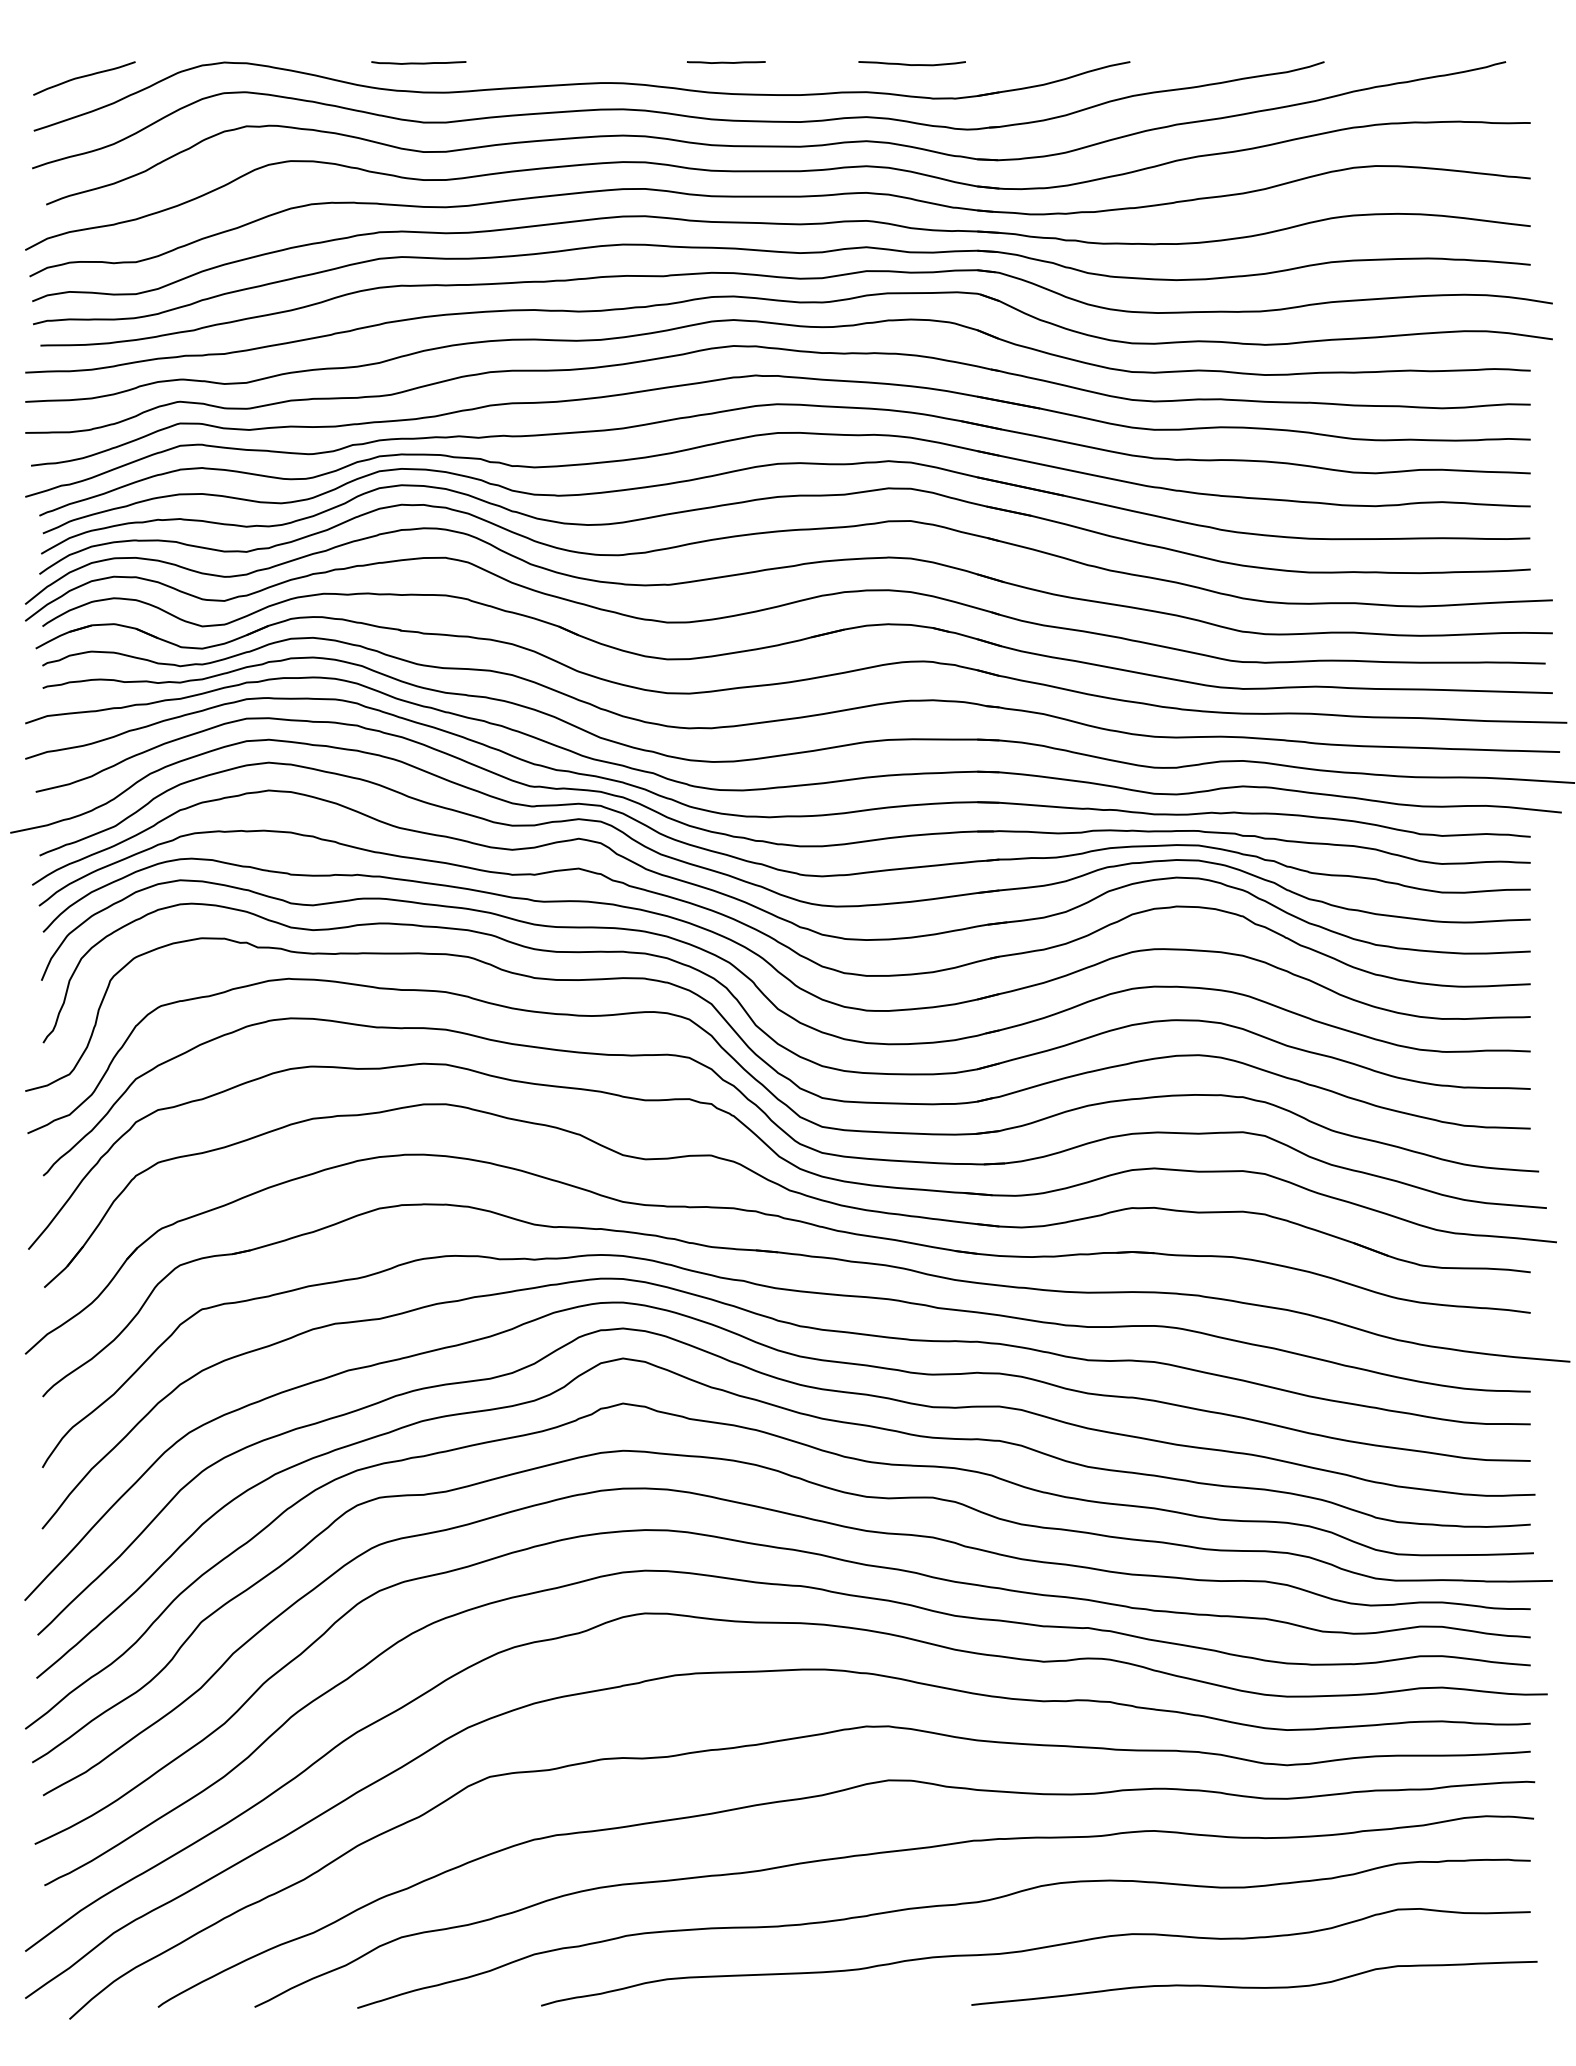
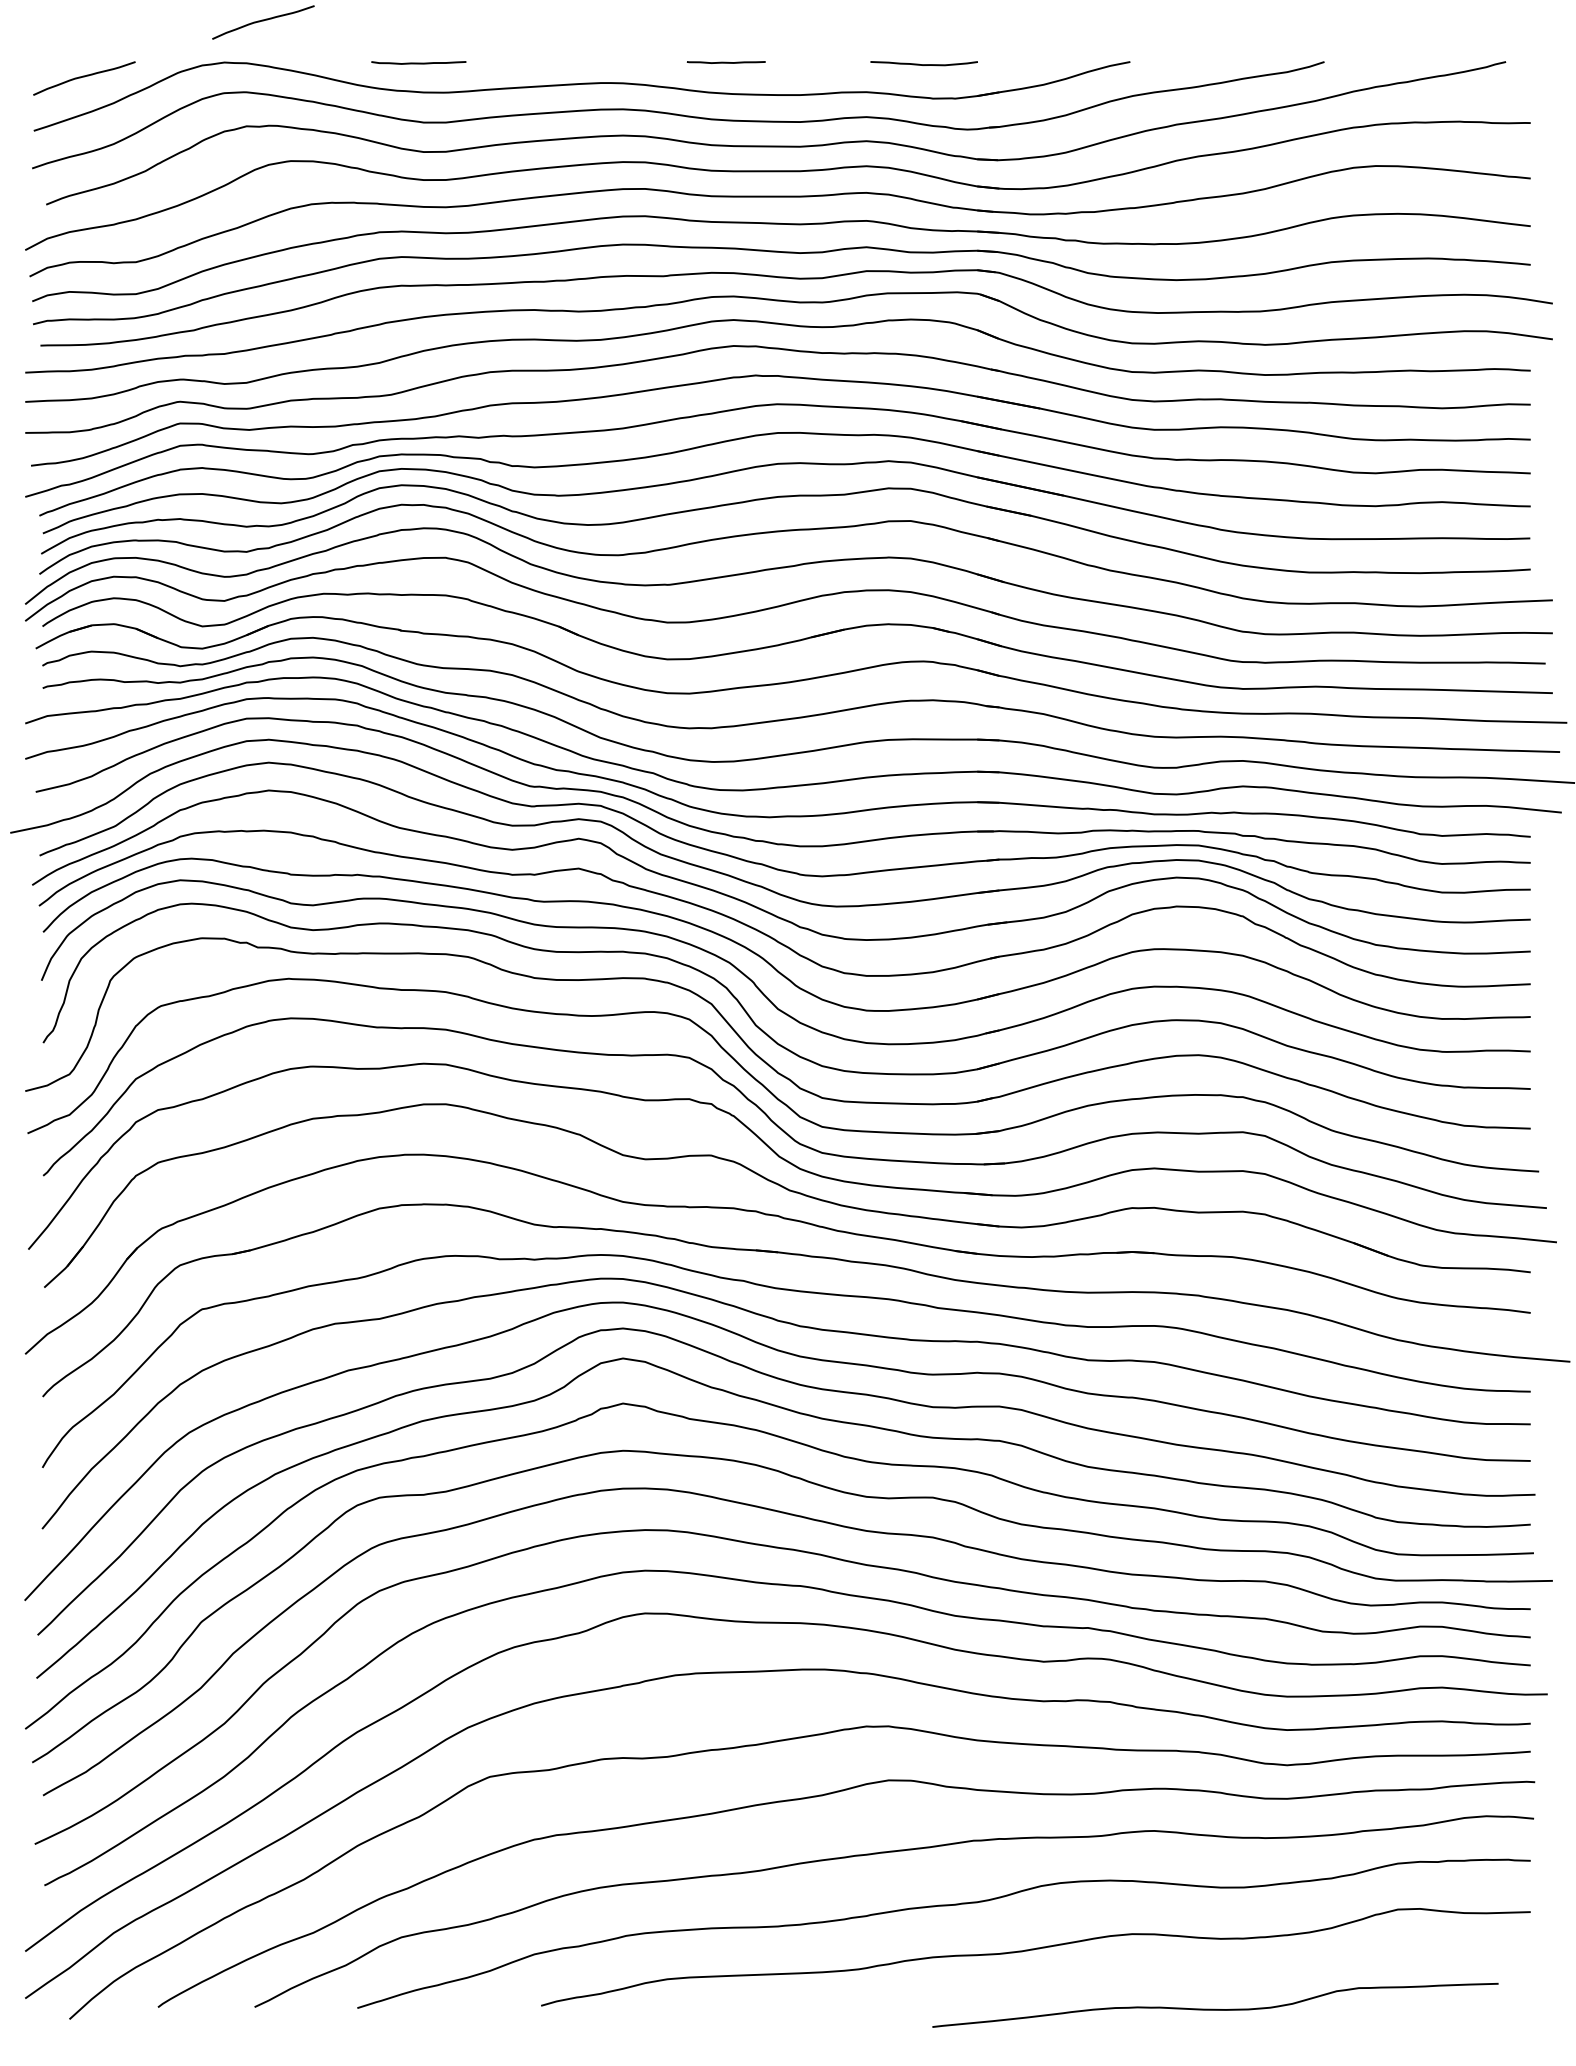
curve at (263, 21): none -> present
curve at (911, 64) position: (911, 64) -> (923, 64)
curve at (1254, 1986) position: (1254, 1986) -> (1215, 2008)
